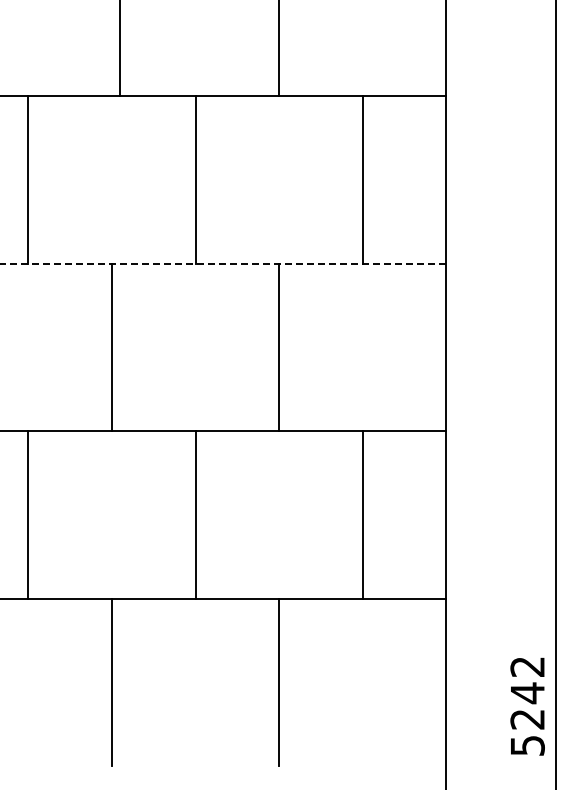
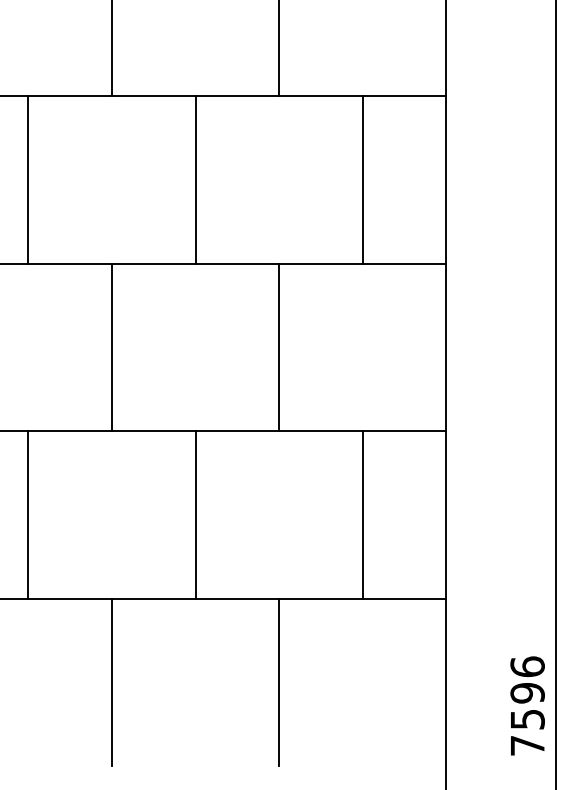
line at (119, 49) position: (119, 49) -> (111, 49)
line at (223, 263): dashed -> solid
text at (527, 705): 5242 -> 7596
